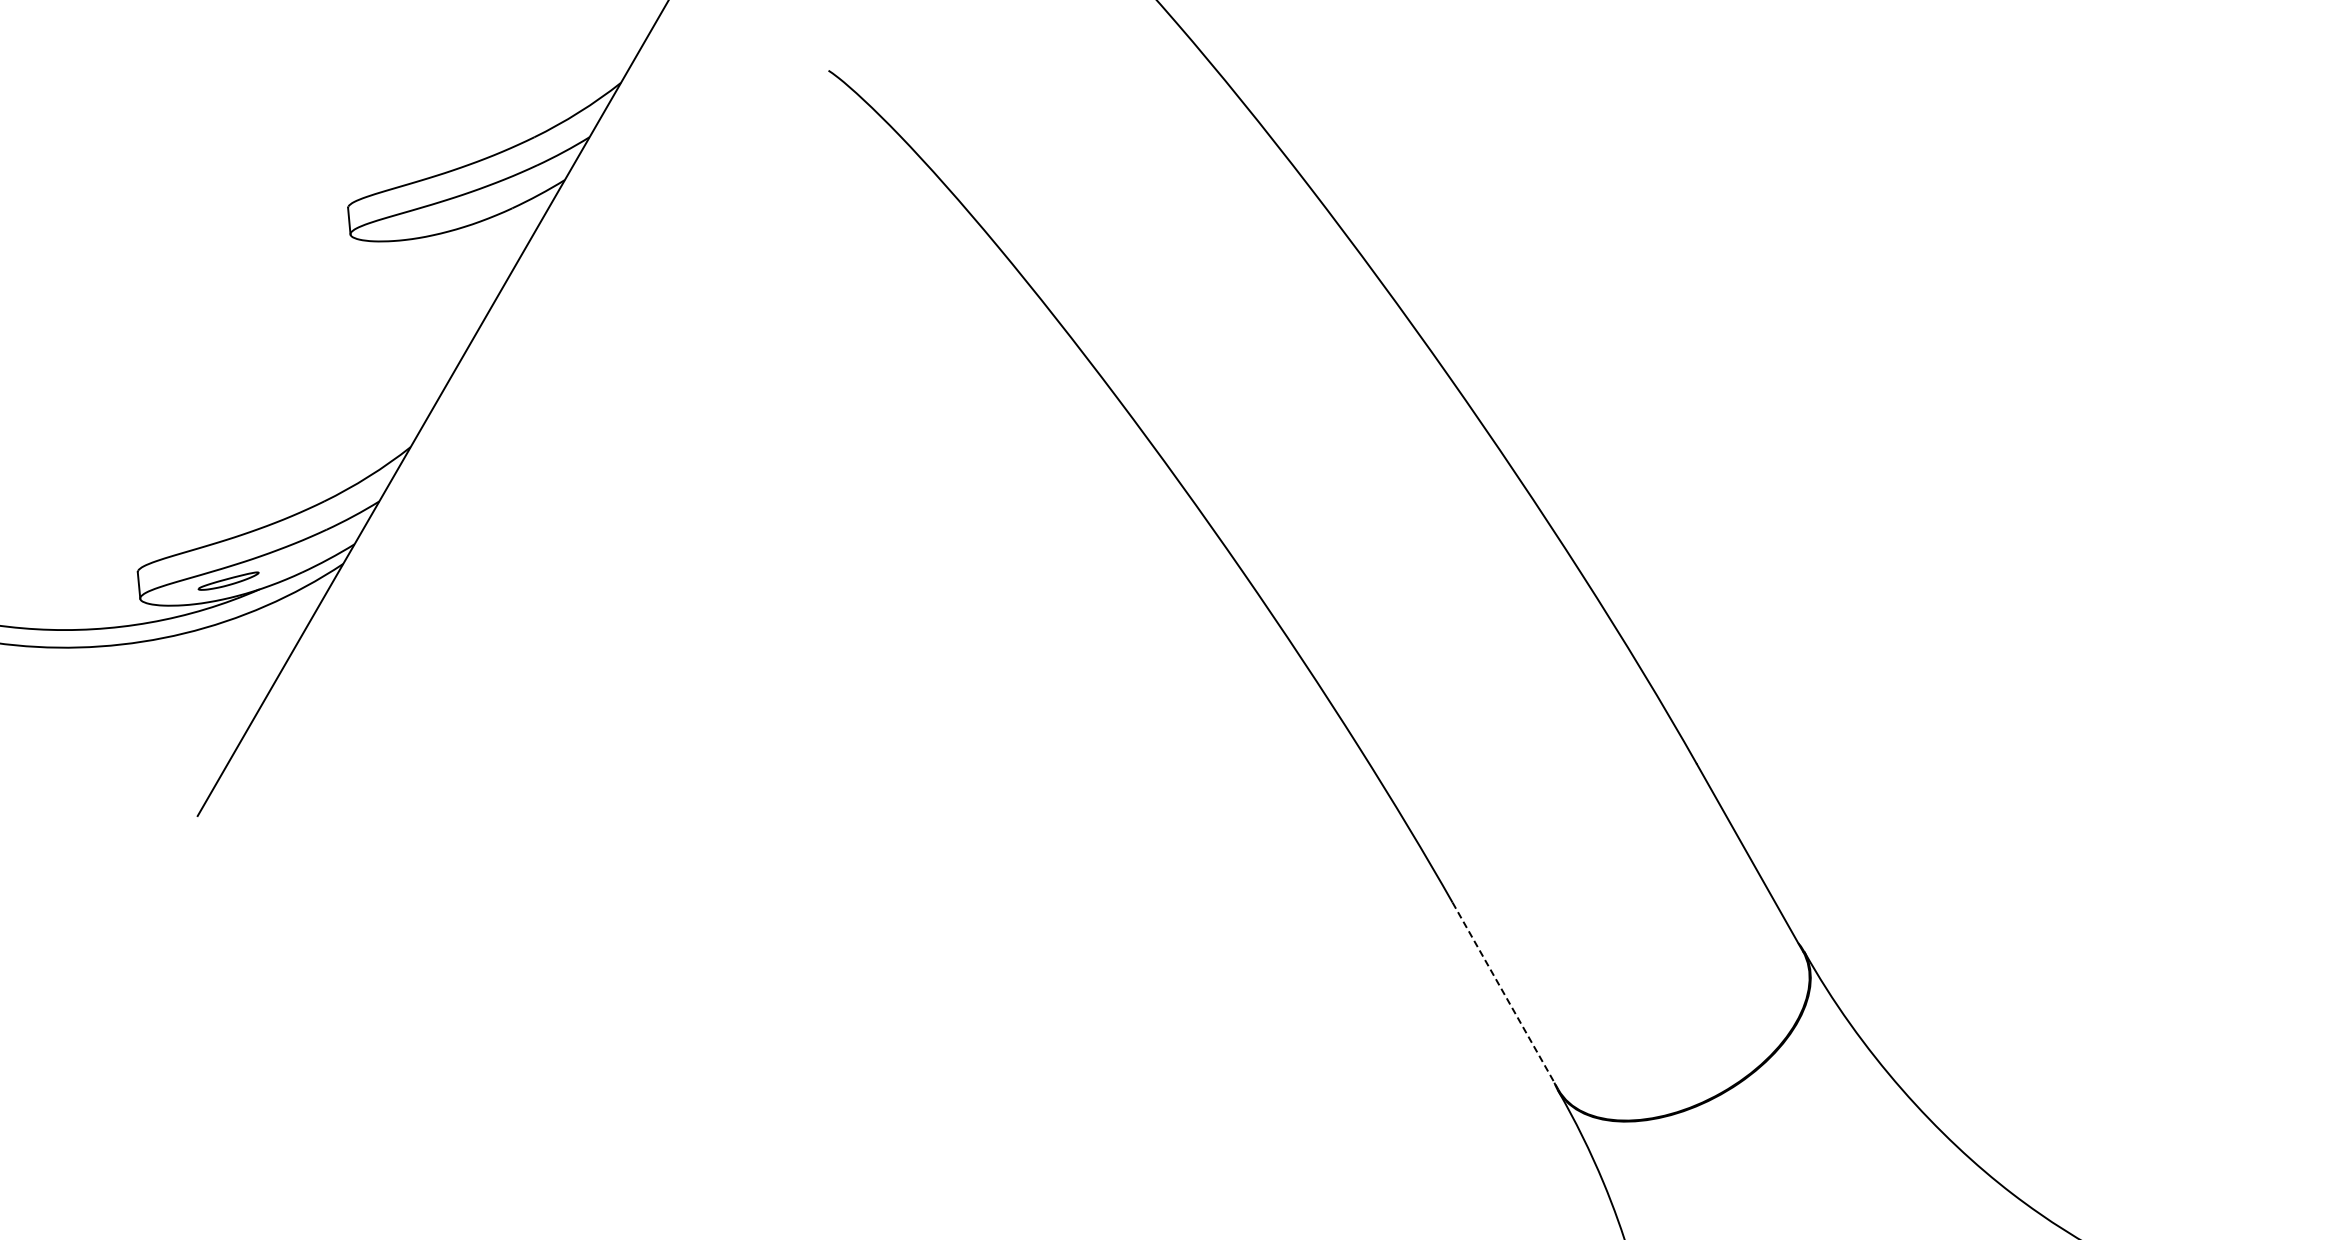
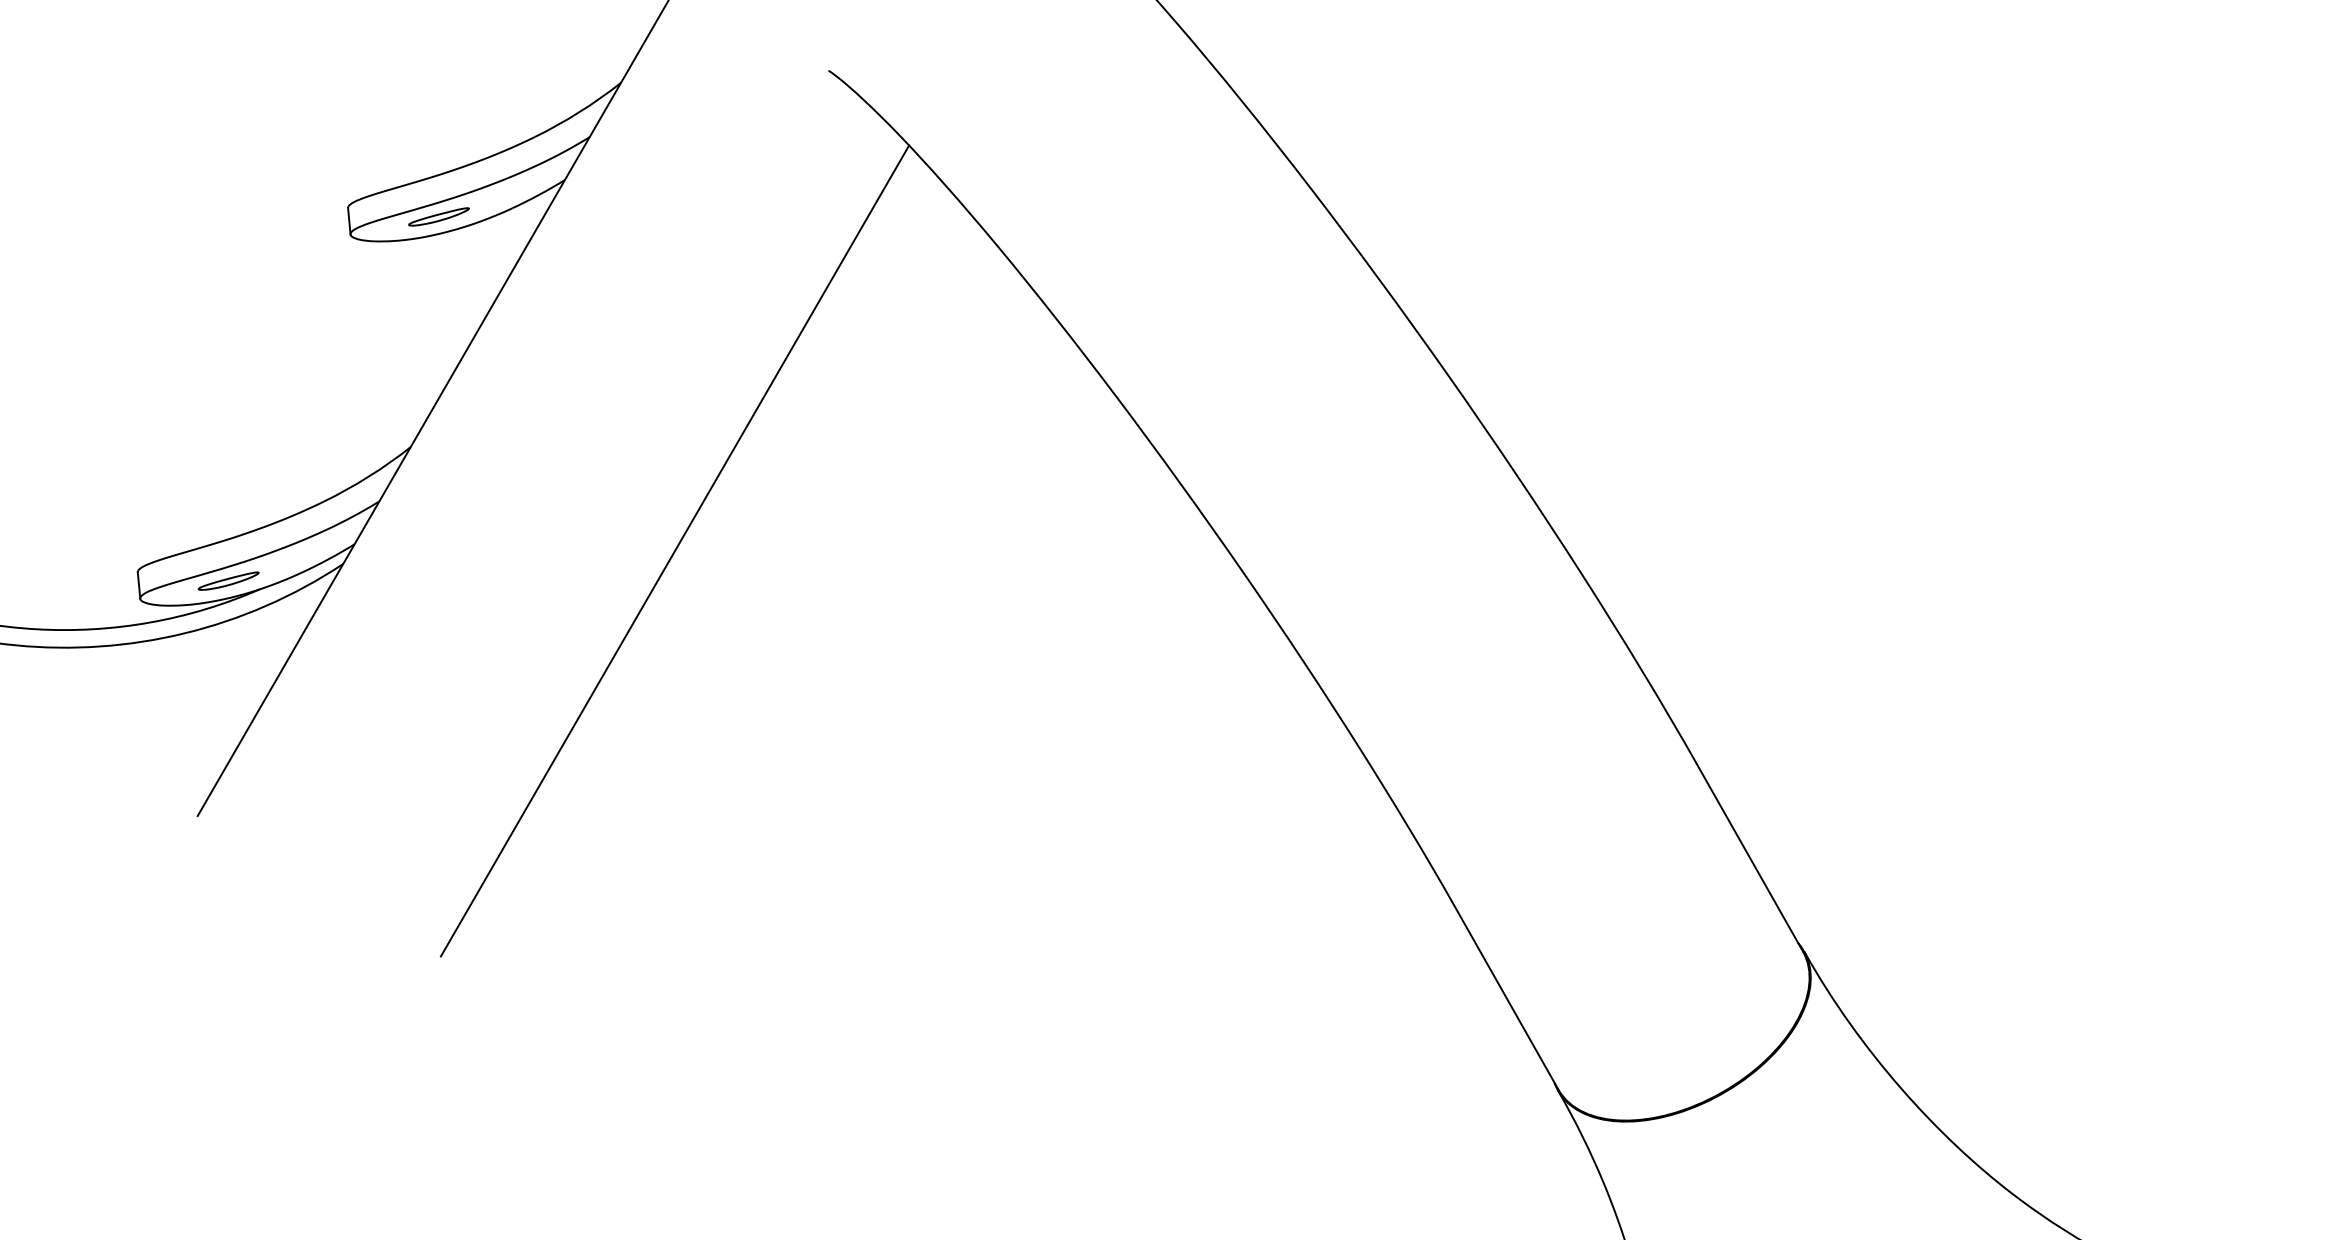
part at (438, 216): none -> present
line at (674, 550): none -> present
line at (1505, 996): dashed -> solid
